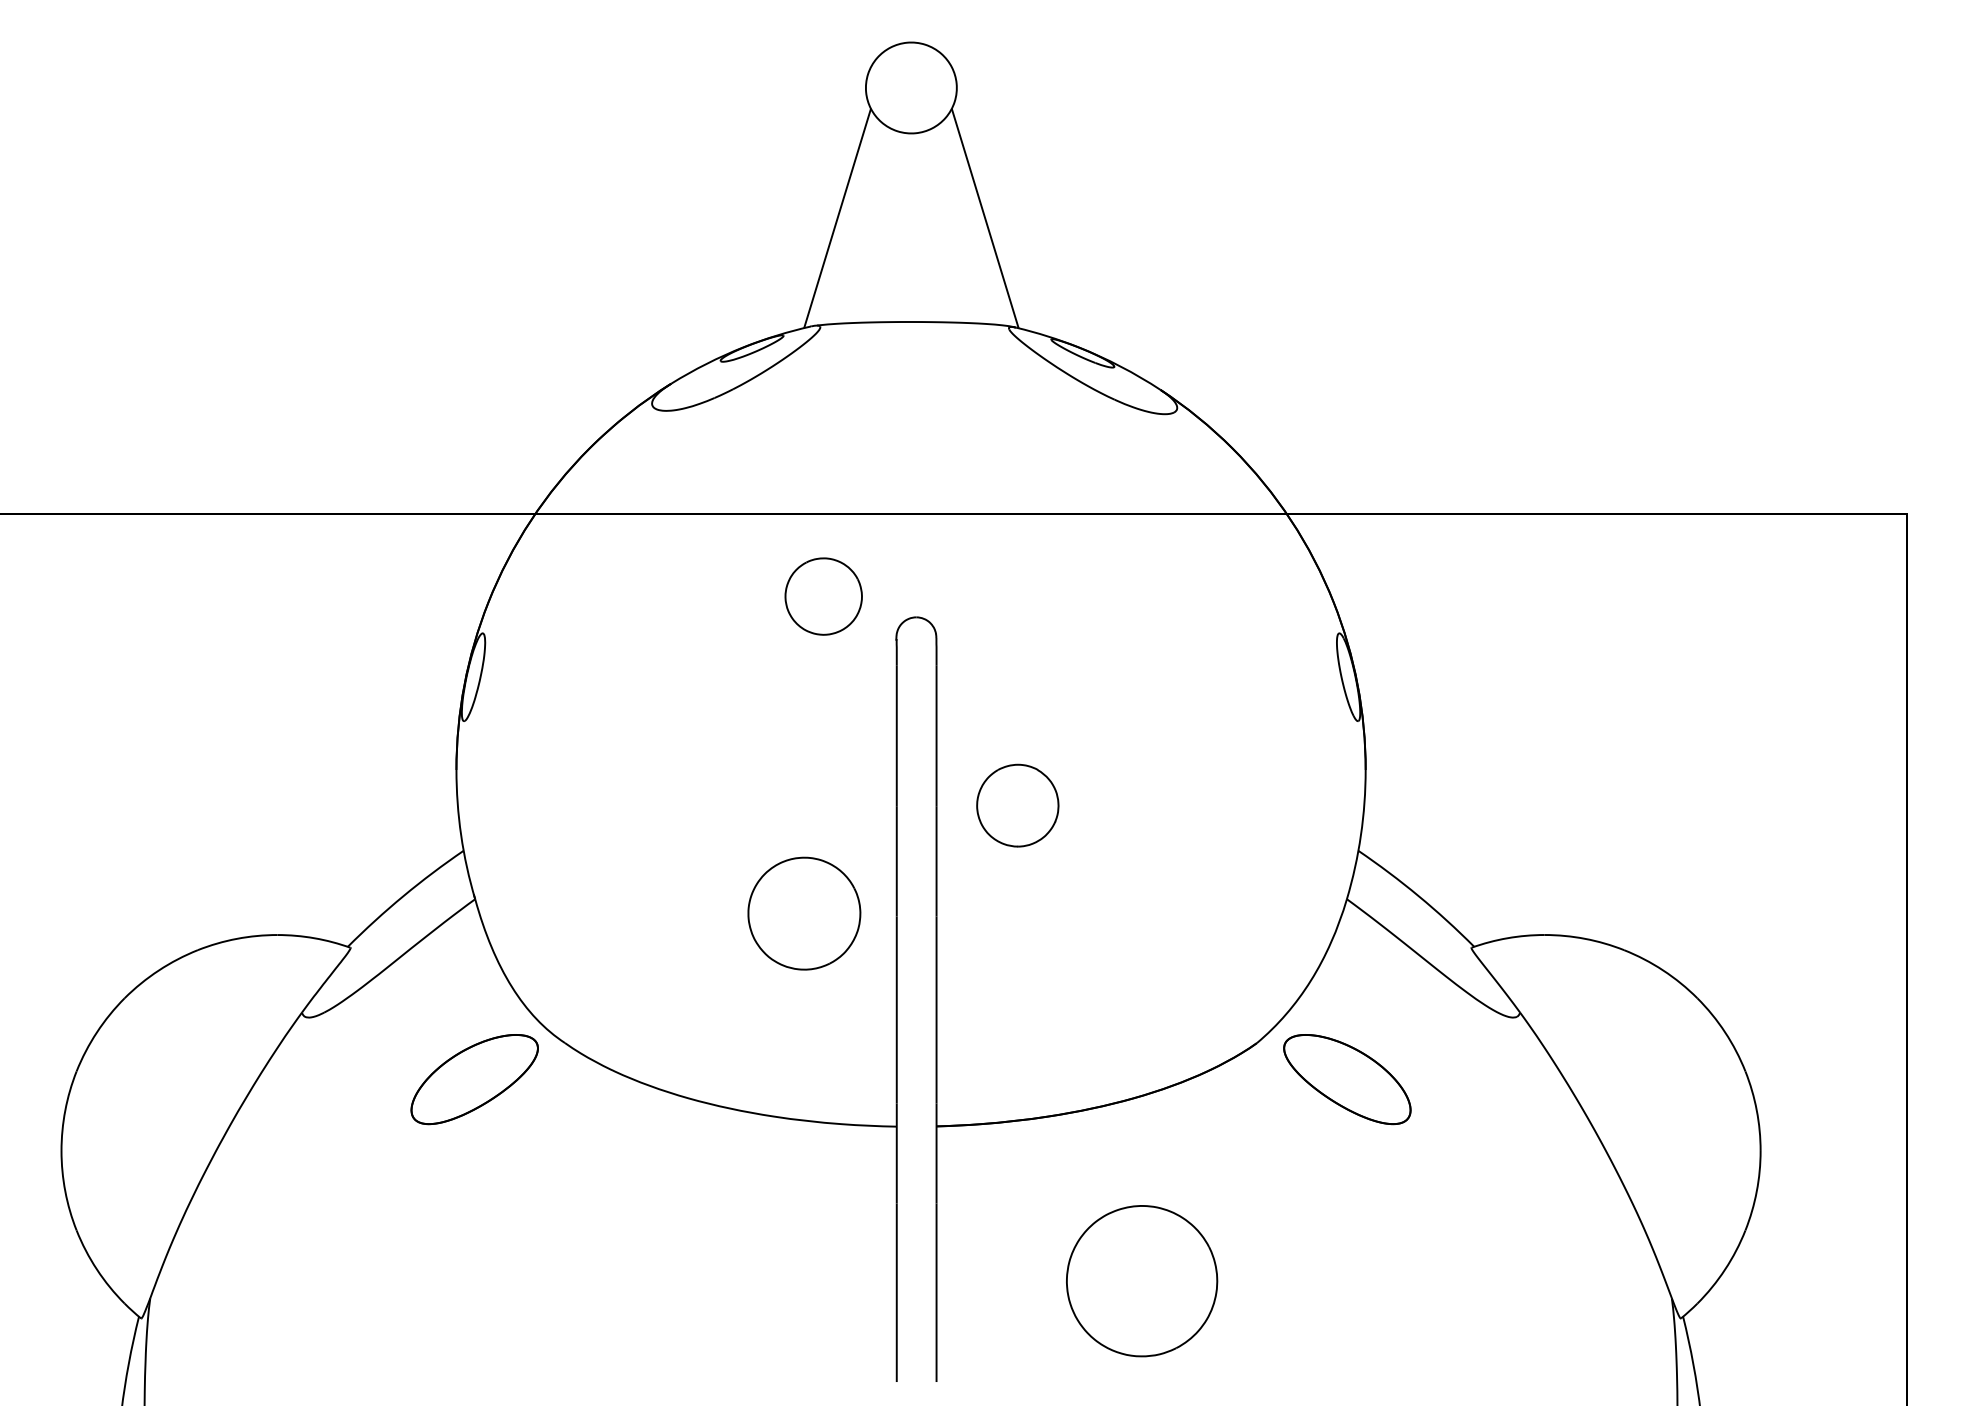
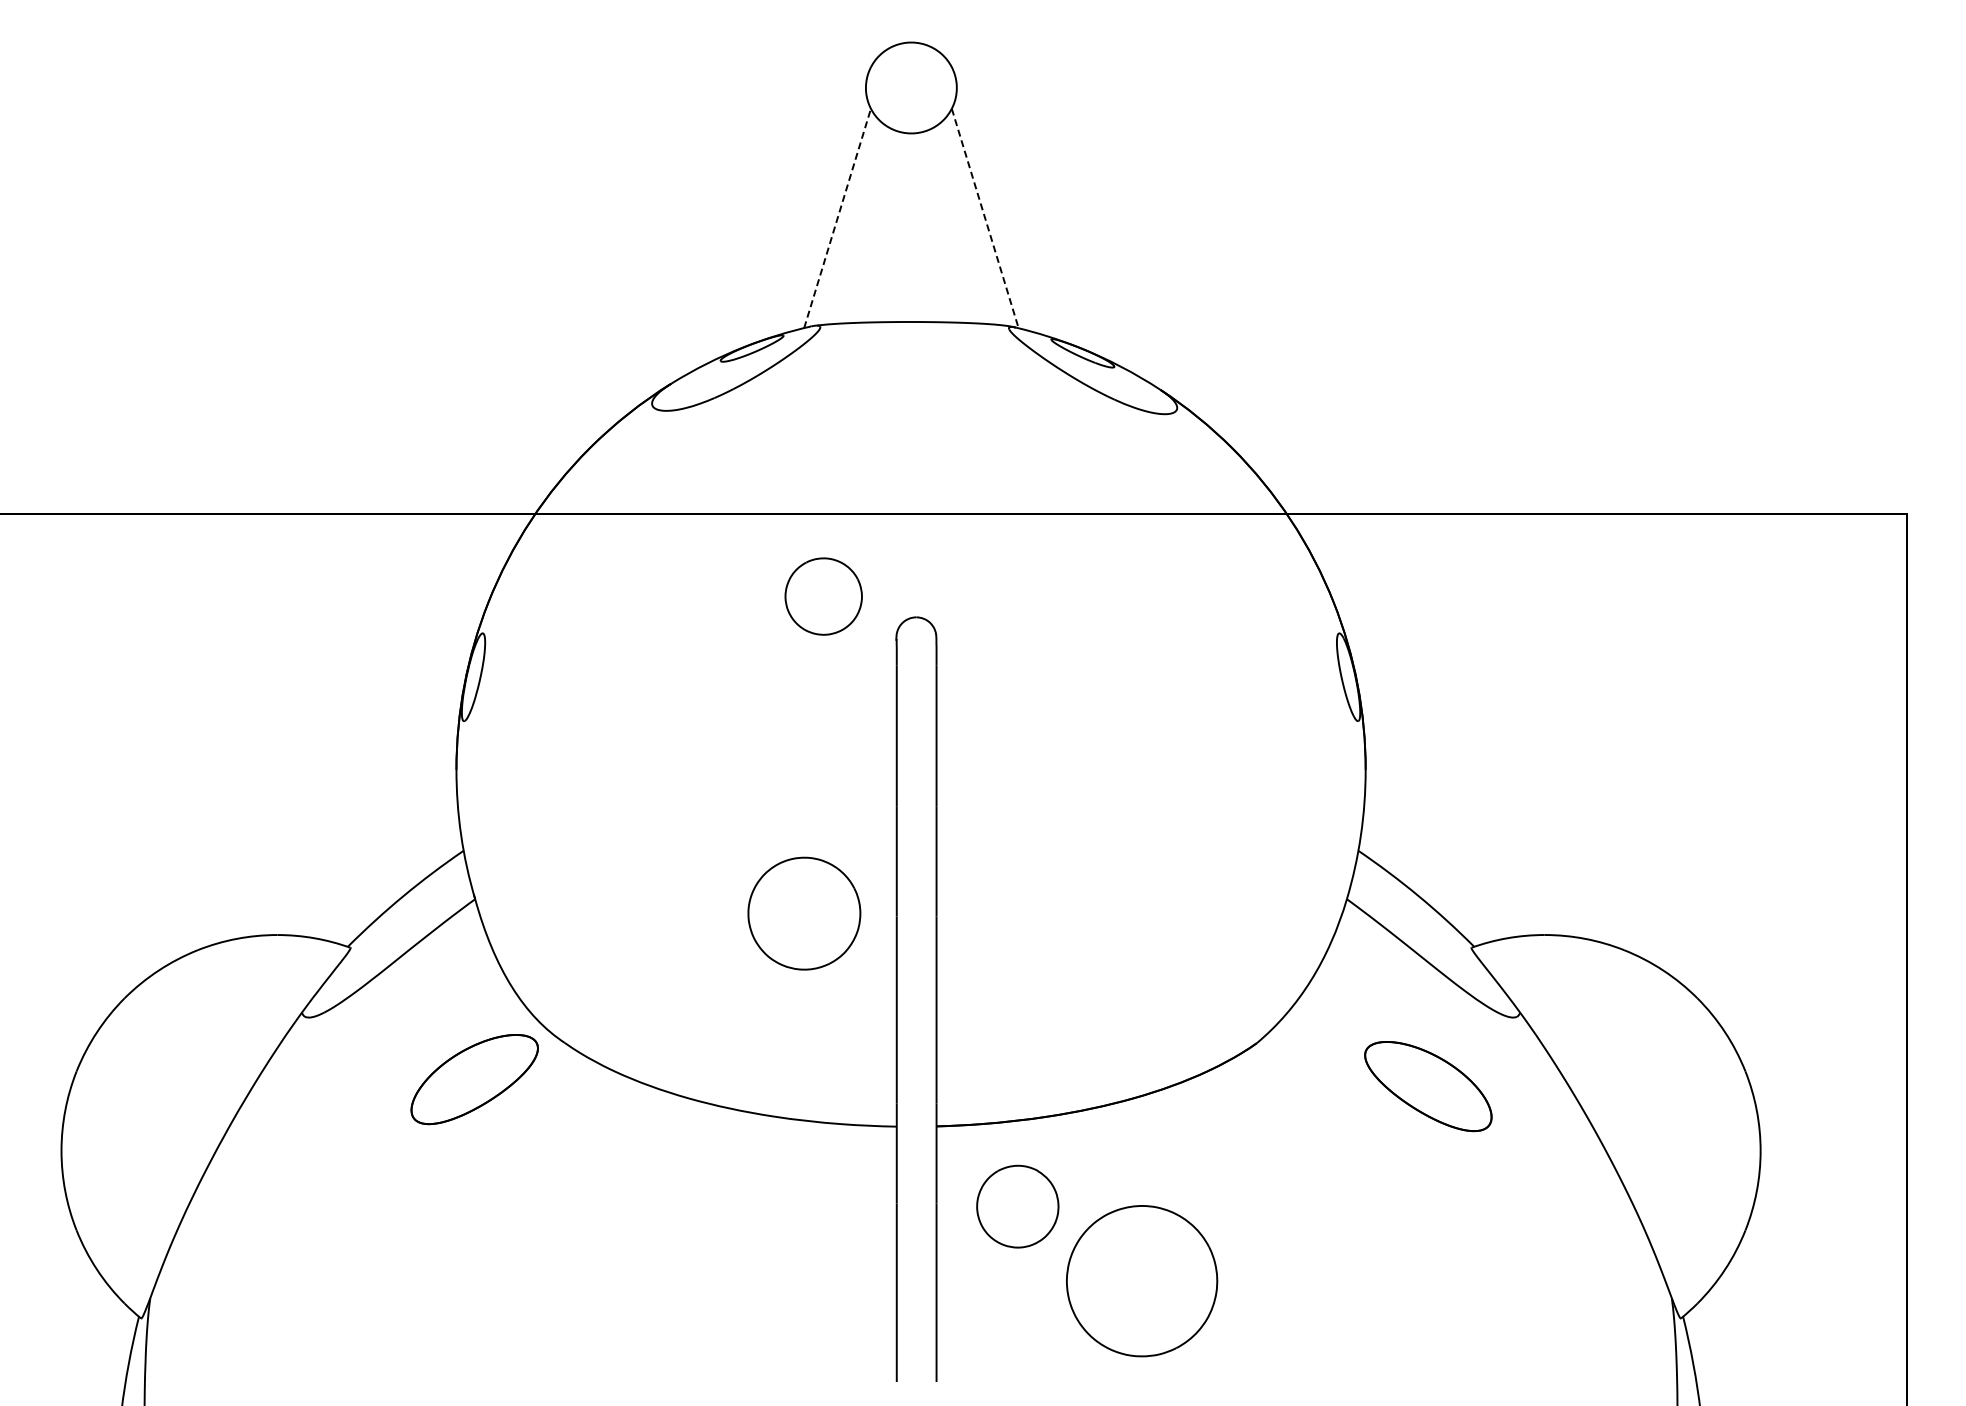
line at (837, 218): solid -> dashed
line at (985, 218): solid -> dashed
part at (1017, 805) position: (1017, 805) -> (1017, 1206)
part at (1347, 1079) position: (1347, 1079) -> (1428, 1086)
